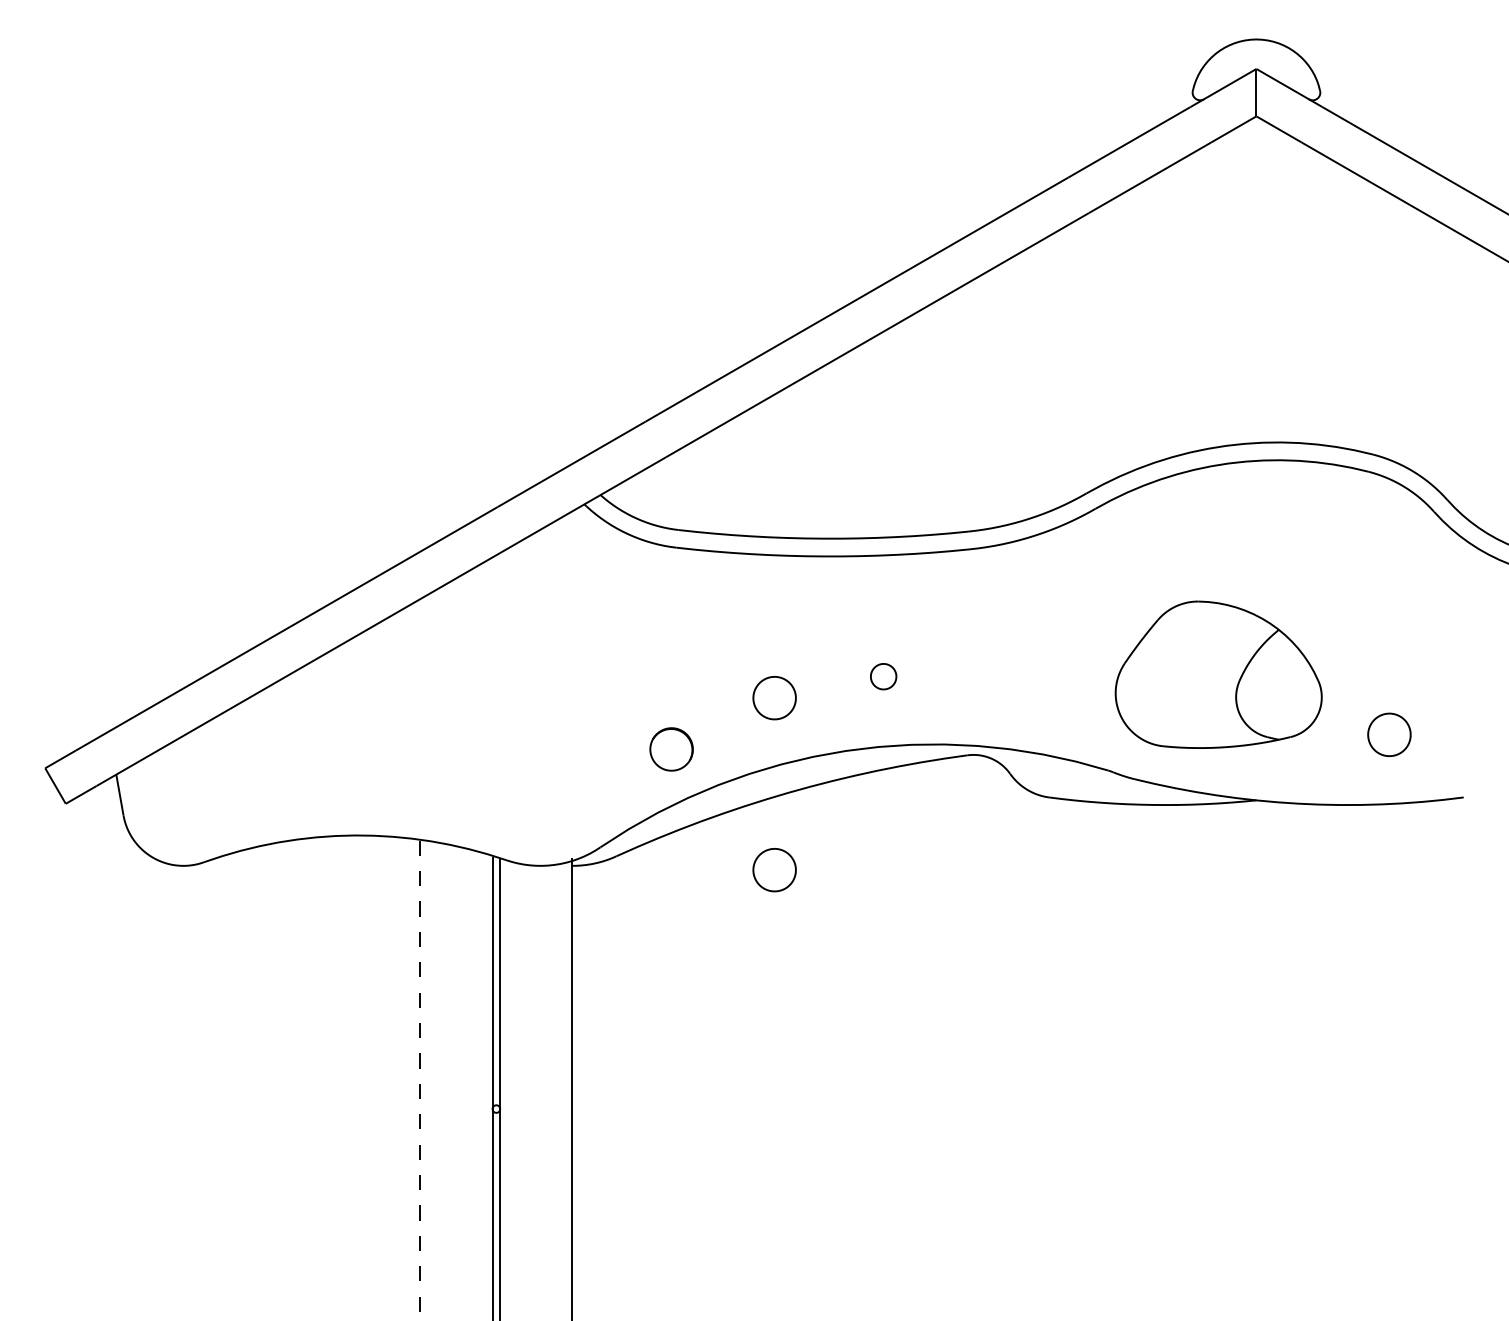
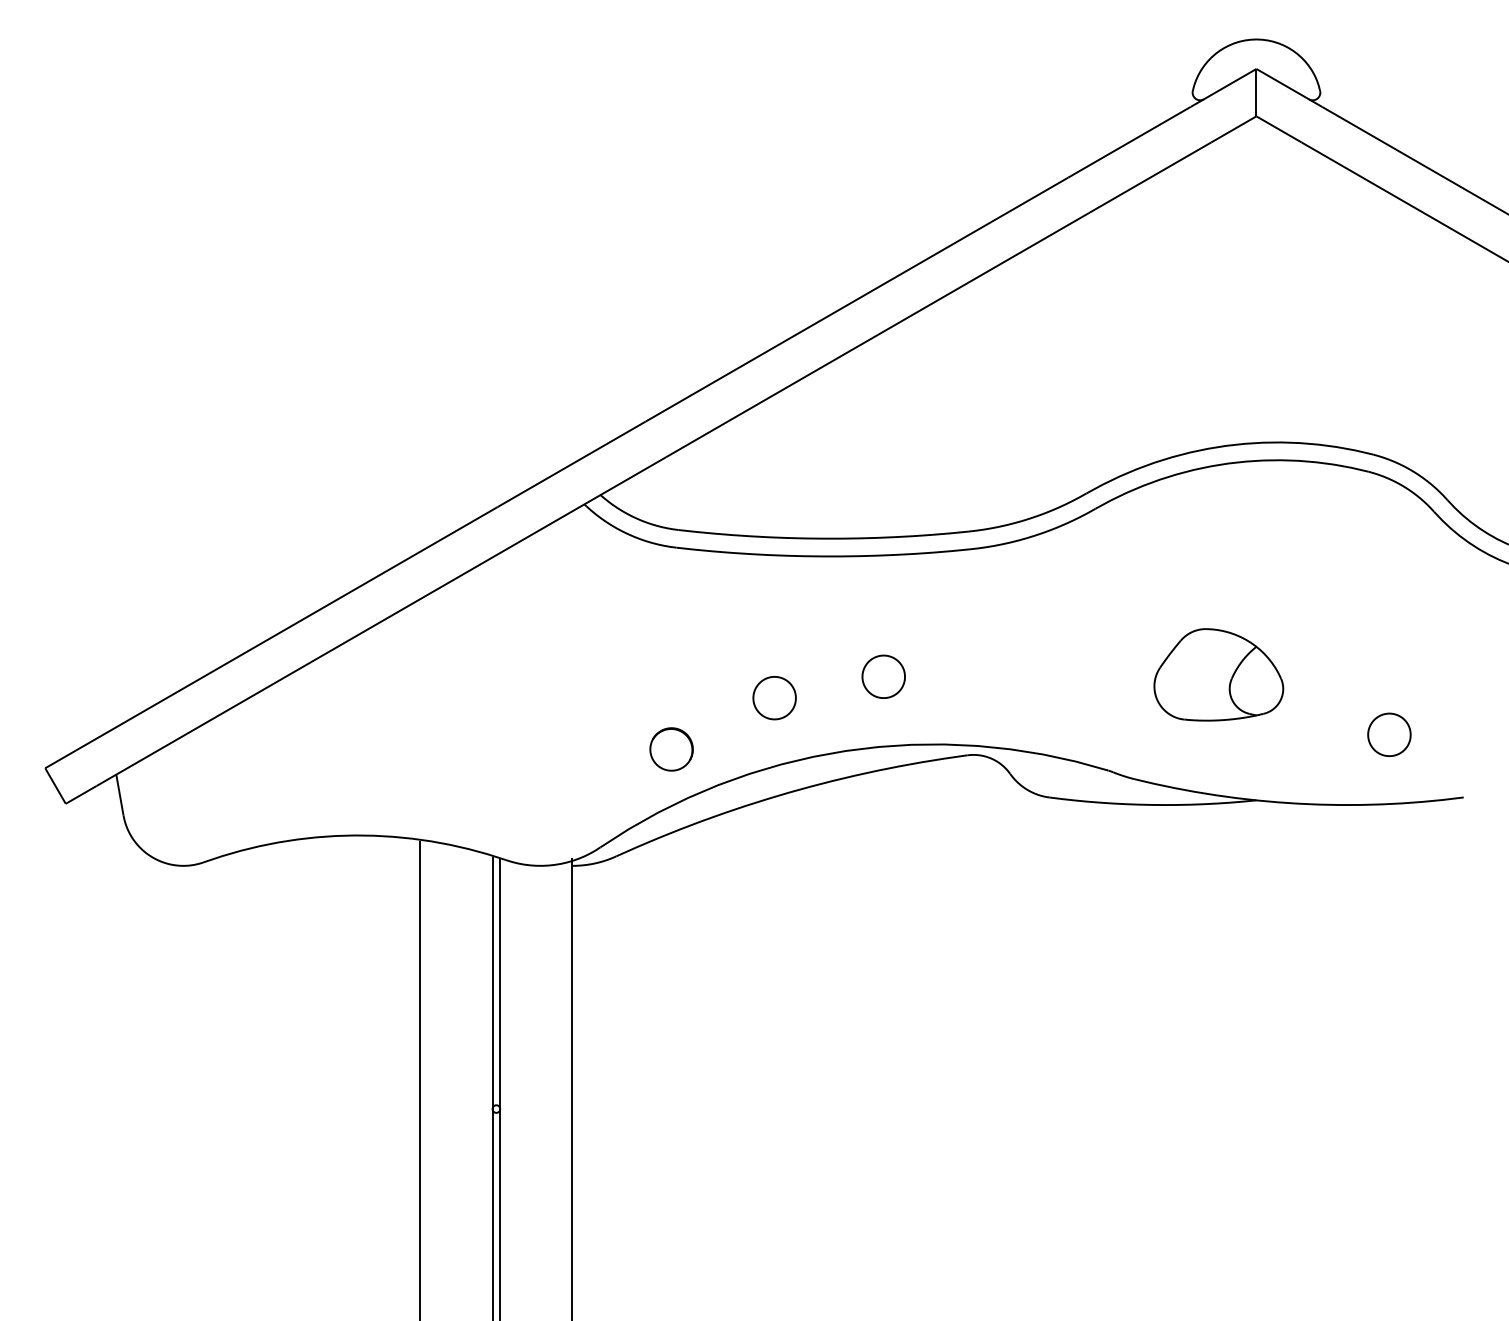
part at (1218, 674) size: 209x149 px -> 132x94 px
part at (883, 676) size: 28x28 px -> 45x45 px
part at (774, 870): present -> none
line at (420, 1080): dashed -> solid
